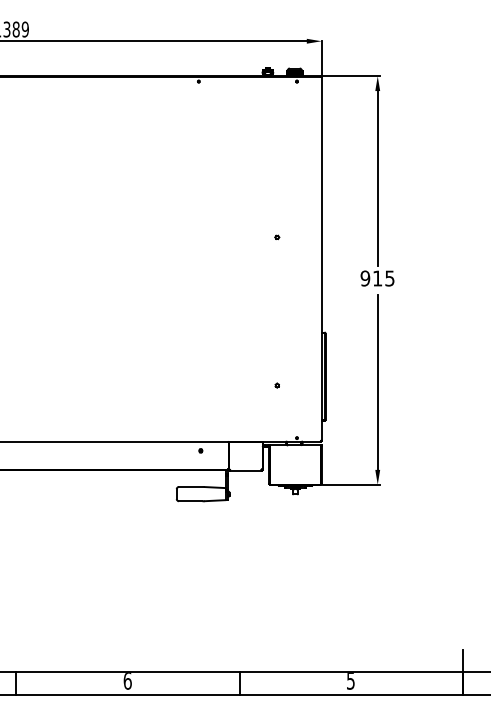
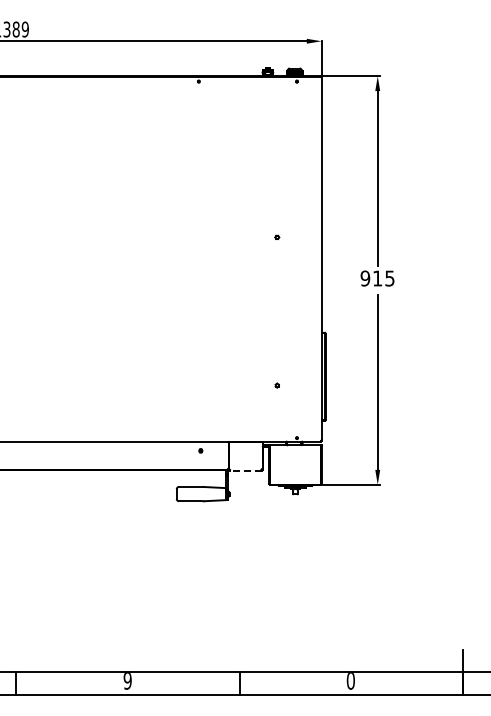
line at (246, 470): solid -> dashed
text at (127, 681): 6 -> 9
text at (350, 681): 5 -> 0
